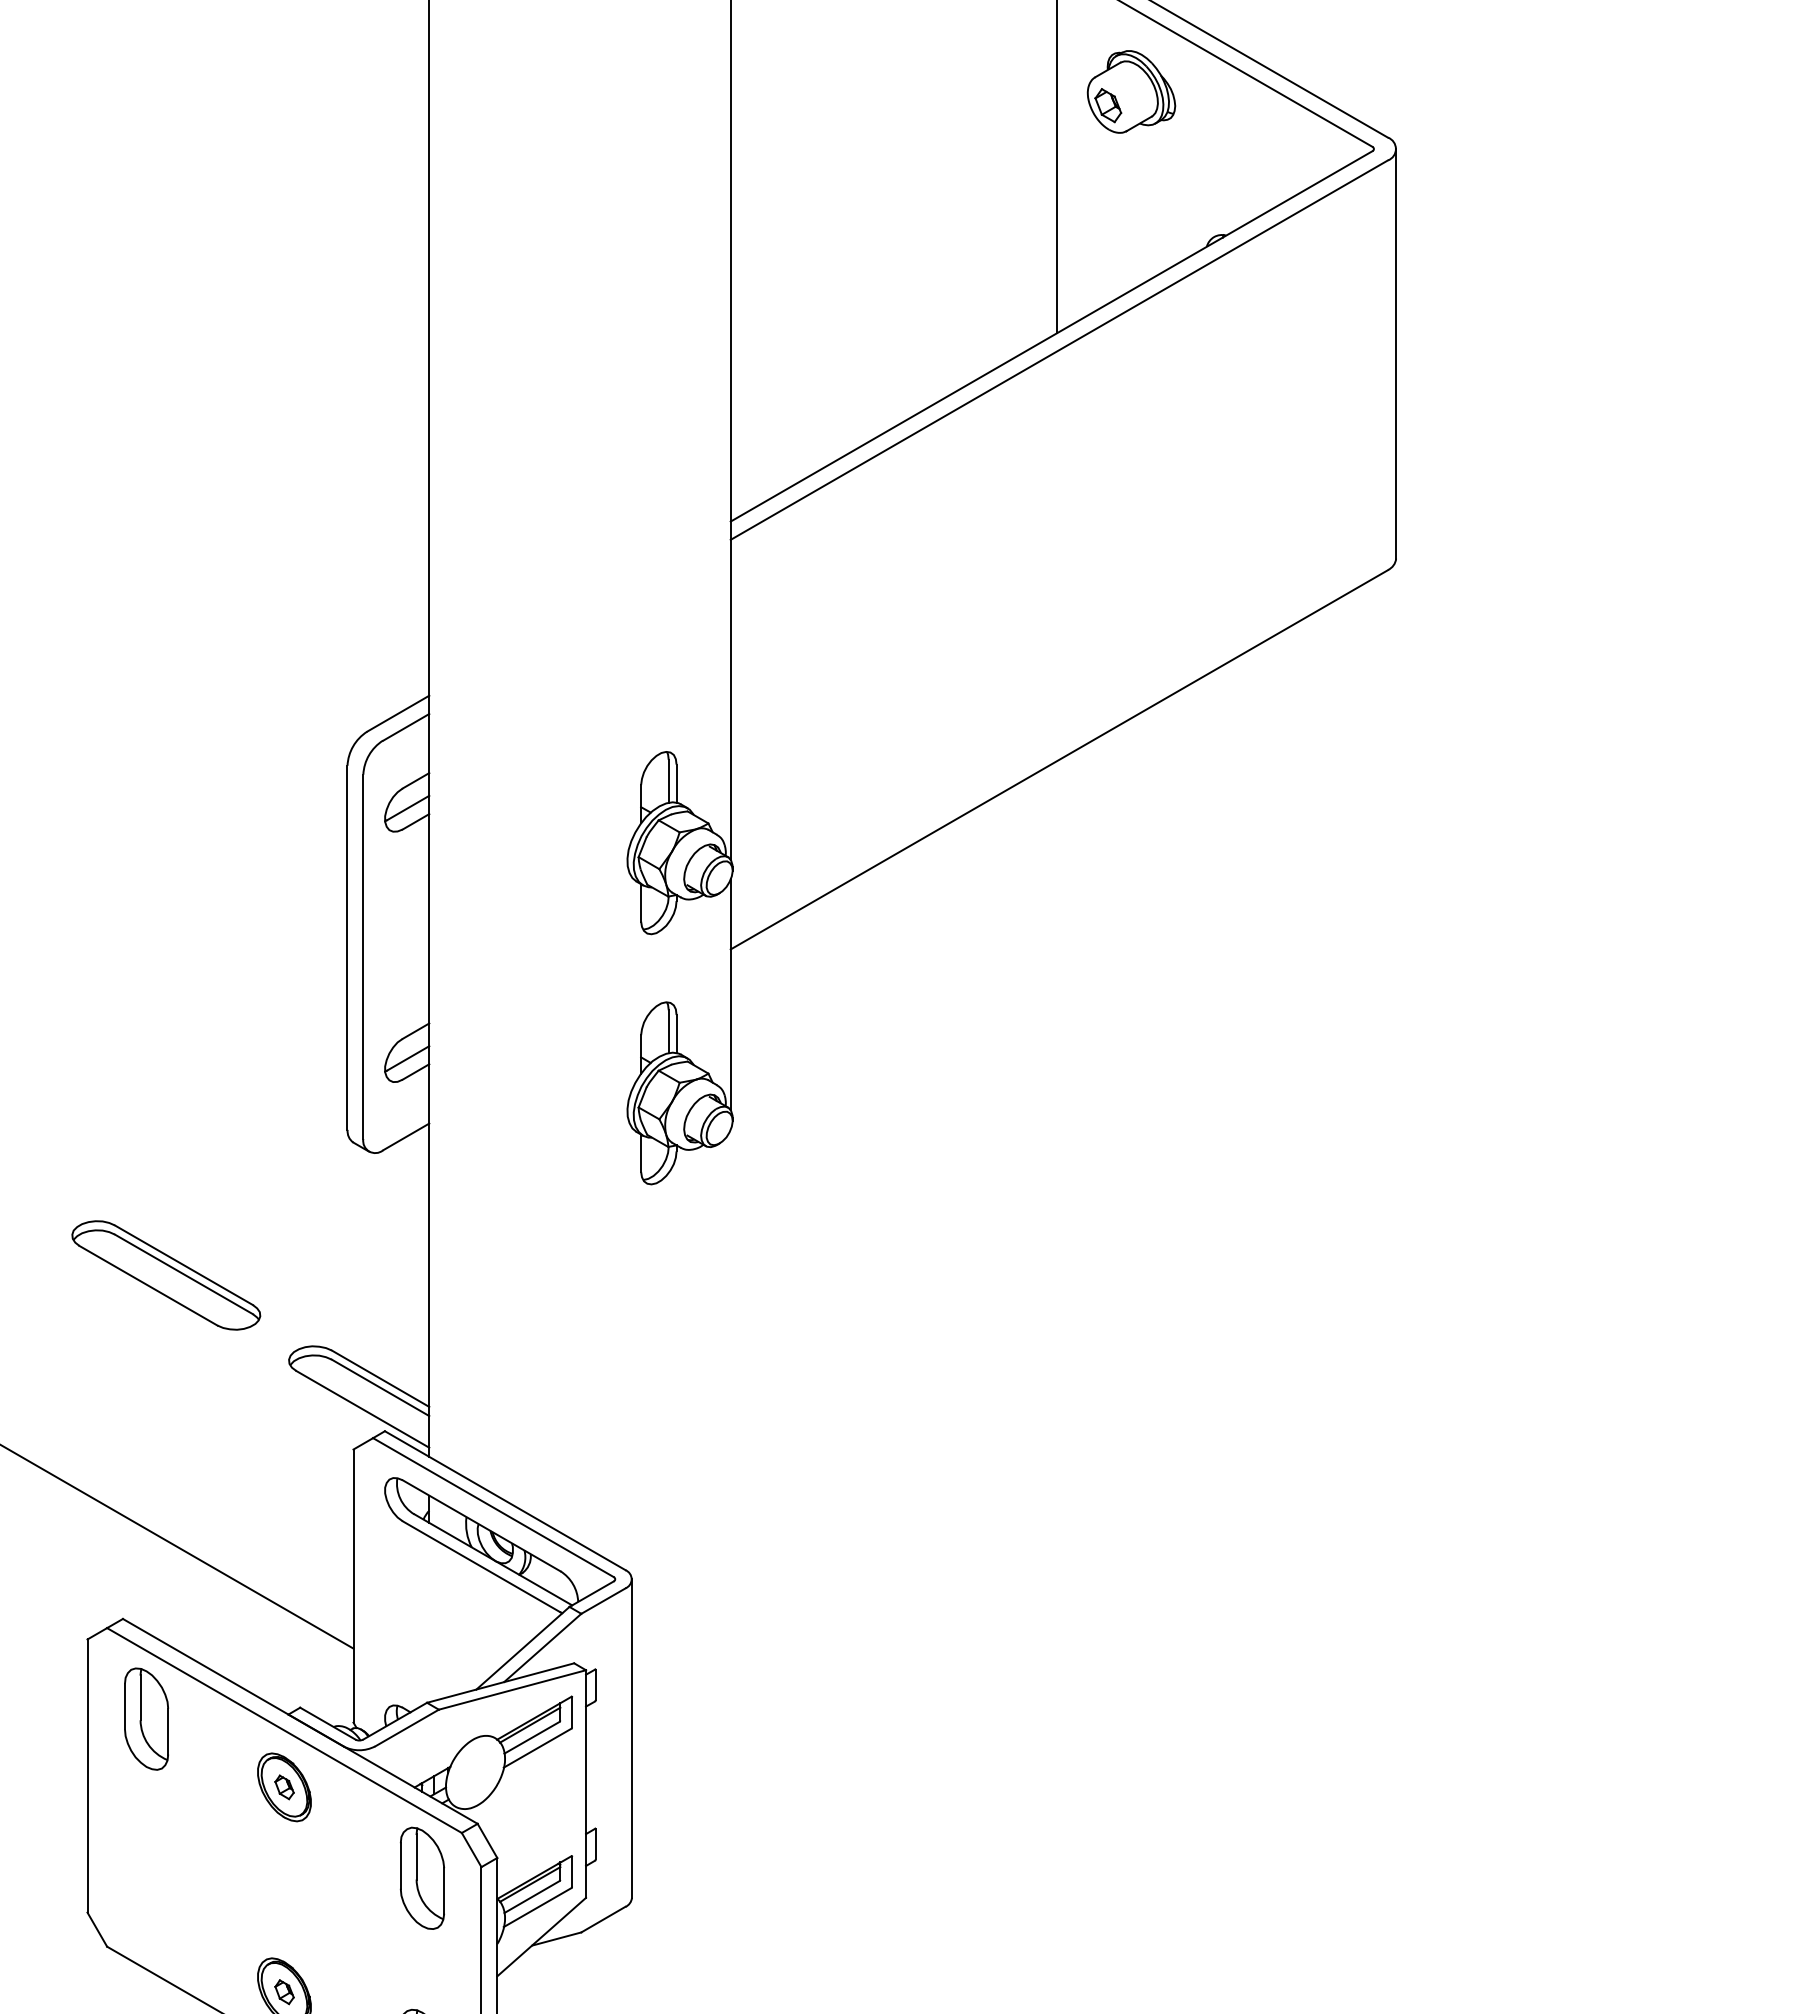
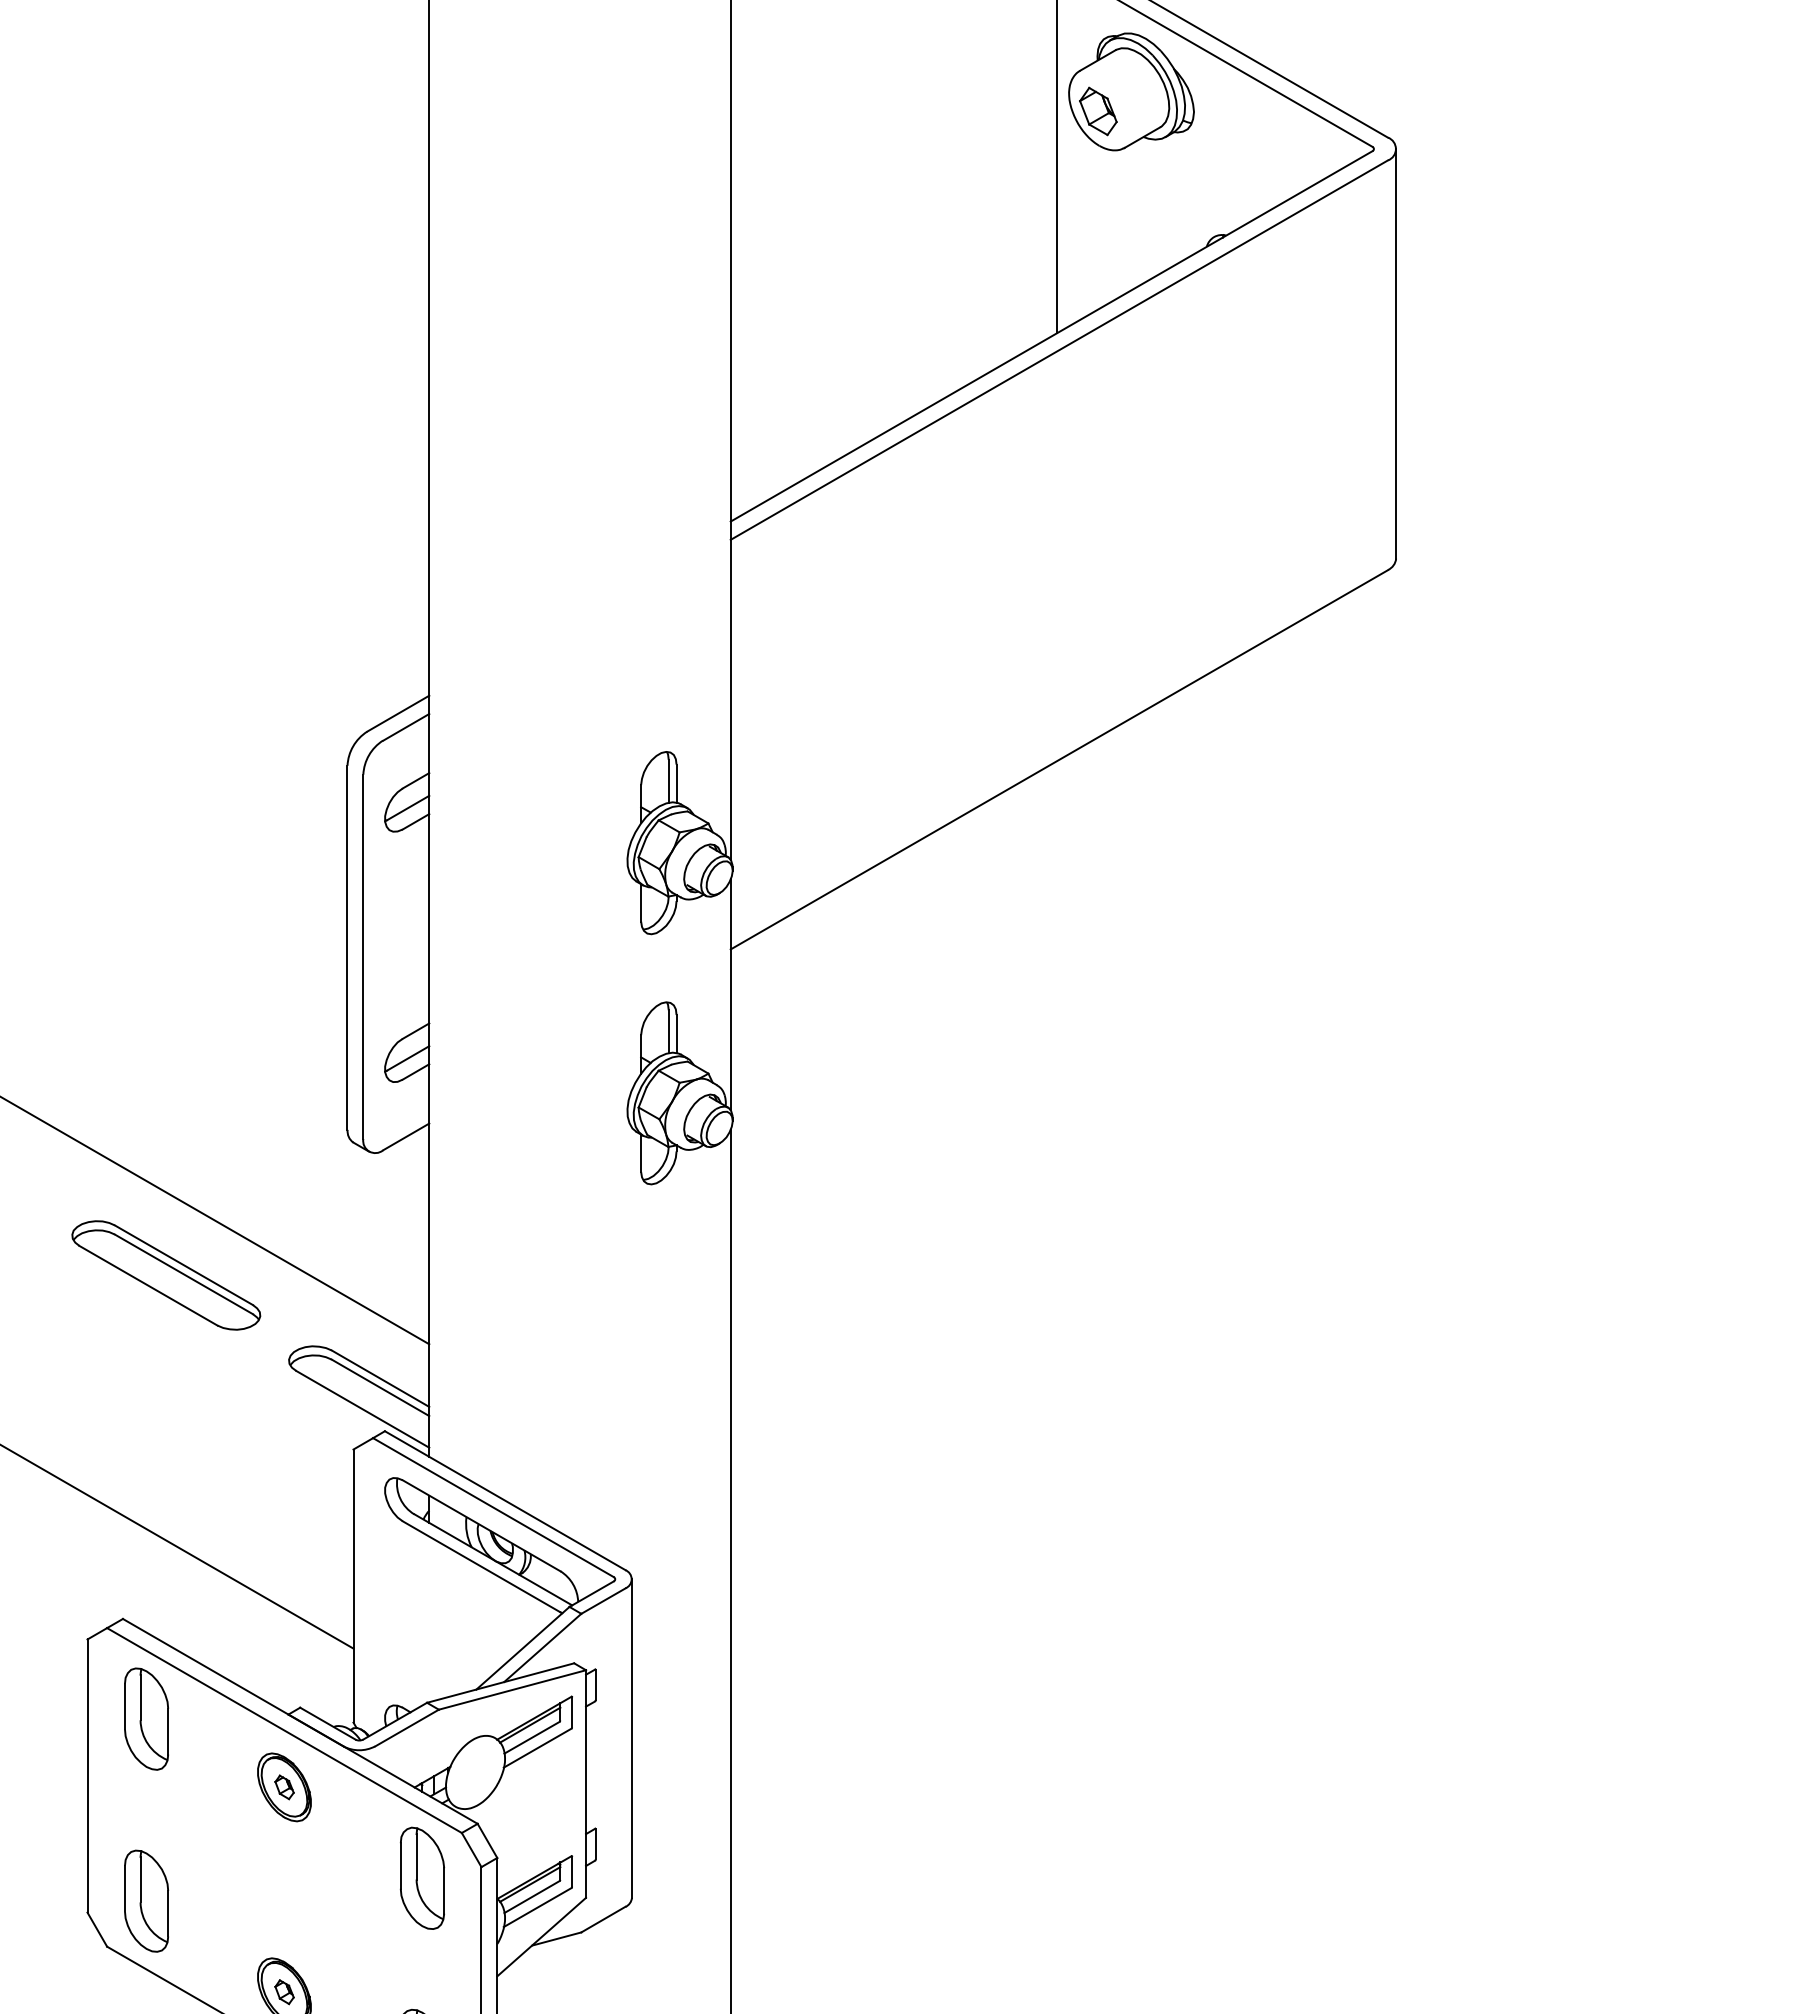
part at (1131, 91) size: 91x84 px -> 127x120 px
line at (215, 1220): none -> present
line at (730, 1569): none -> present
part at (146, 1900): none -> present
